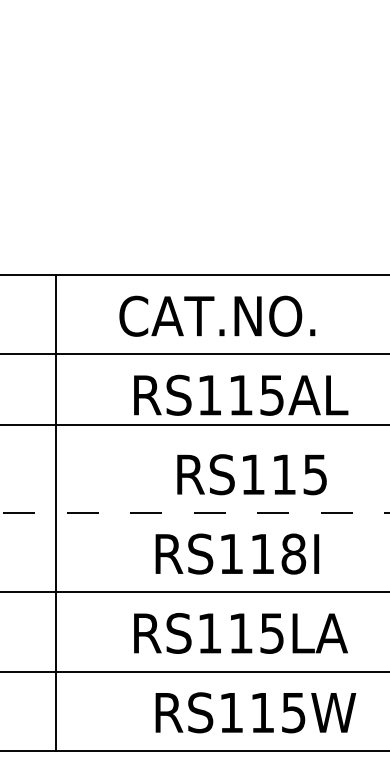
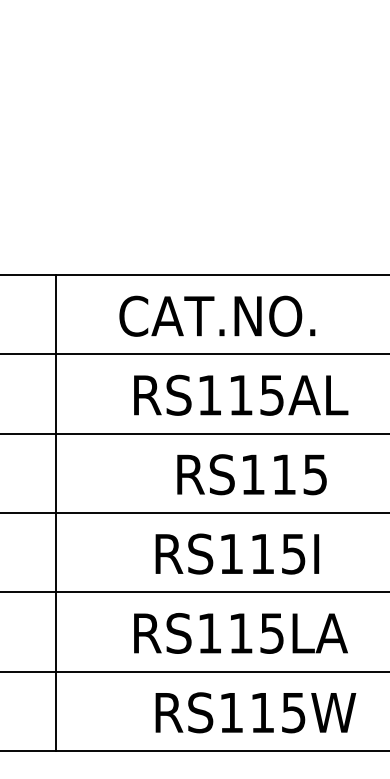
line at (194, 424) position: (194, 424) -> (194, 433)
line at (195, 513): dashed -> solid
text at (293, 553): RS118I -> RS115I
